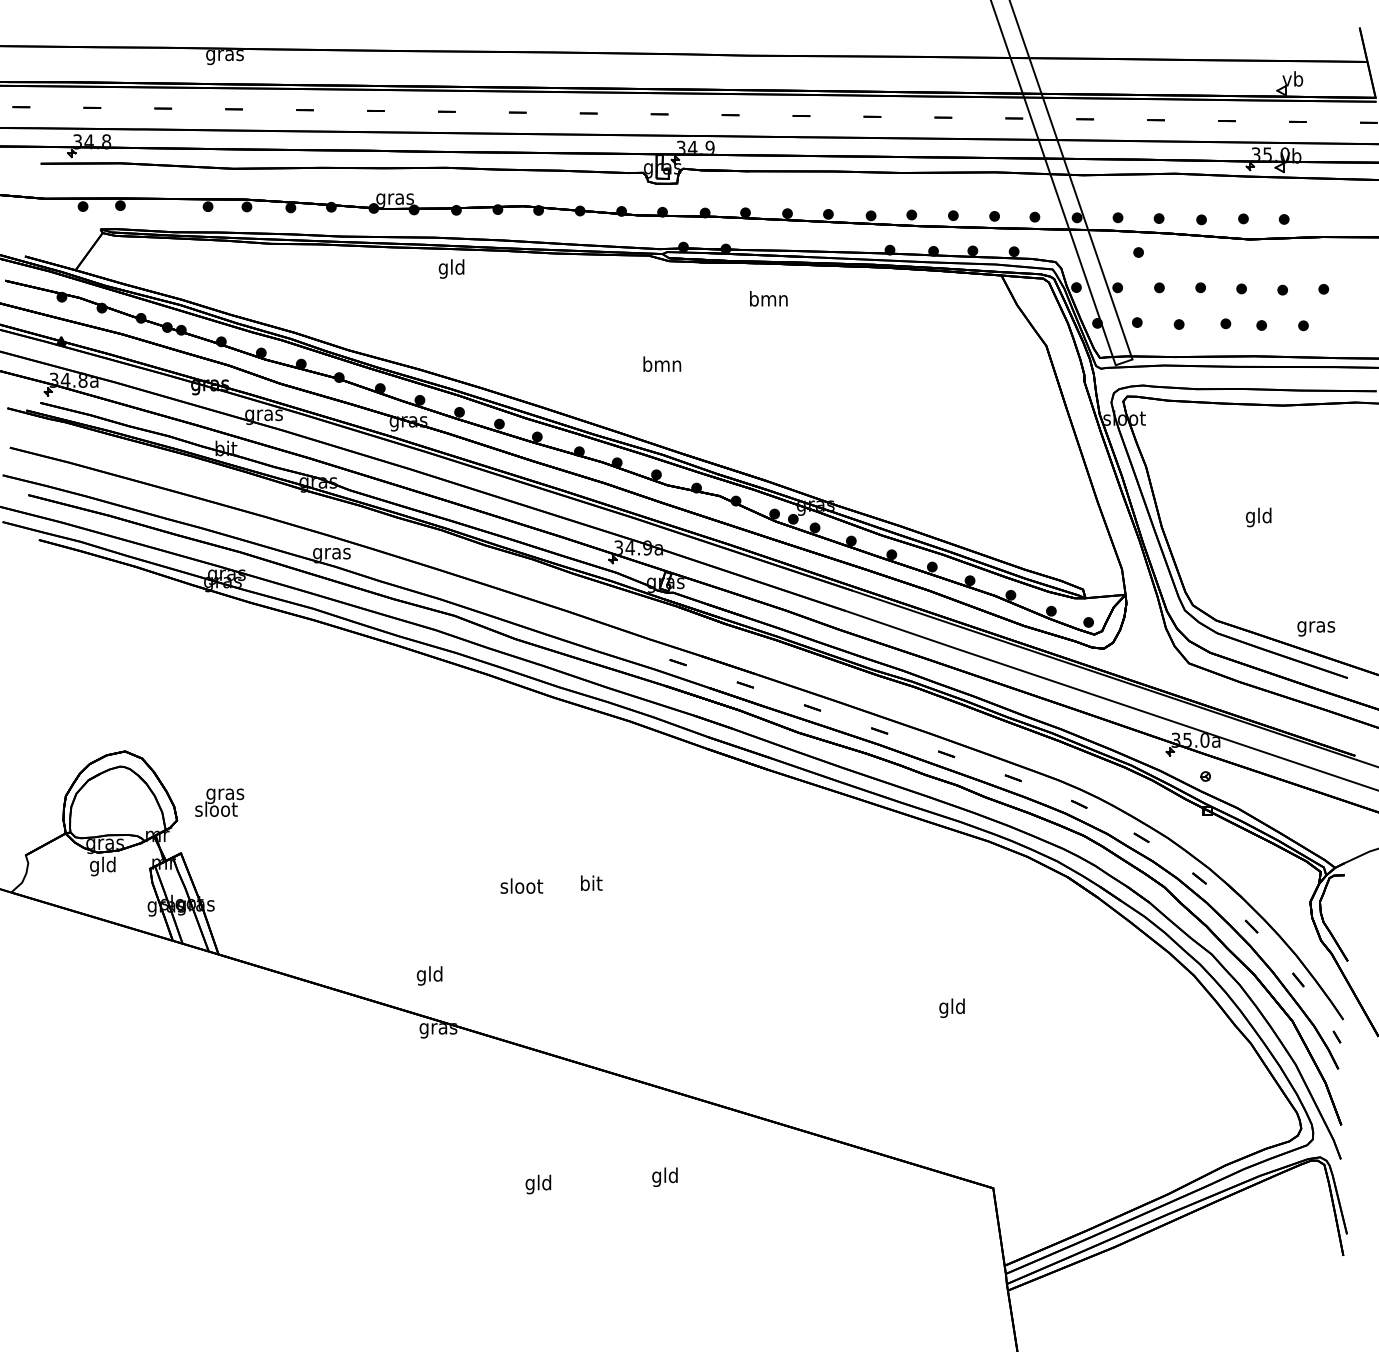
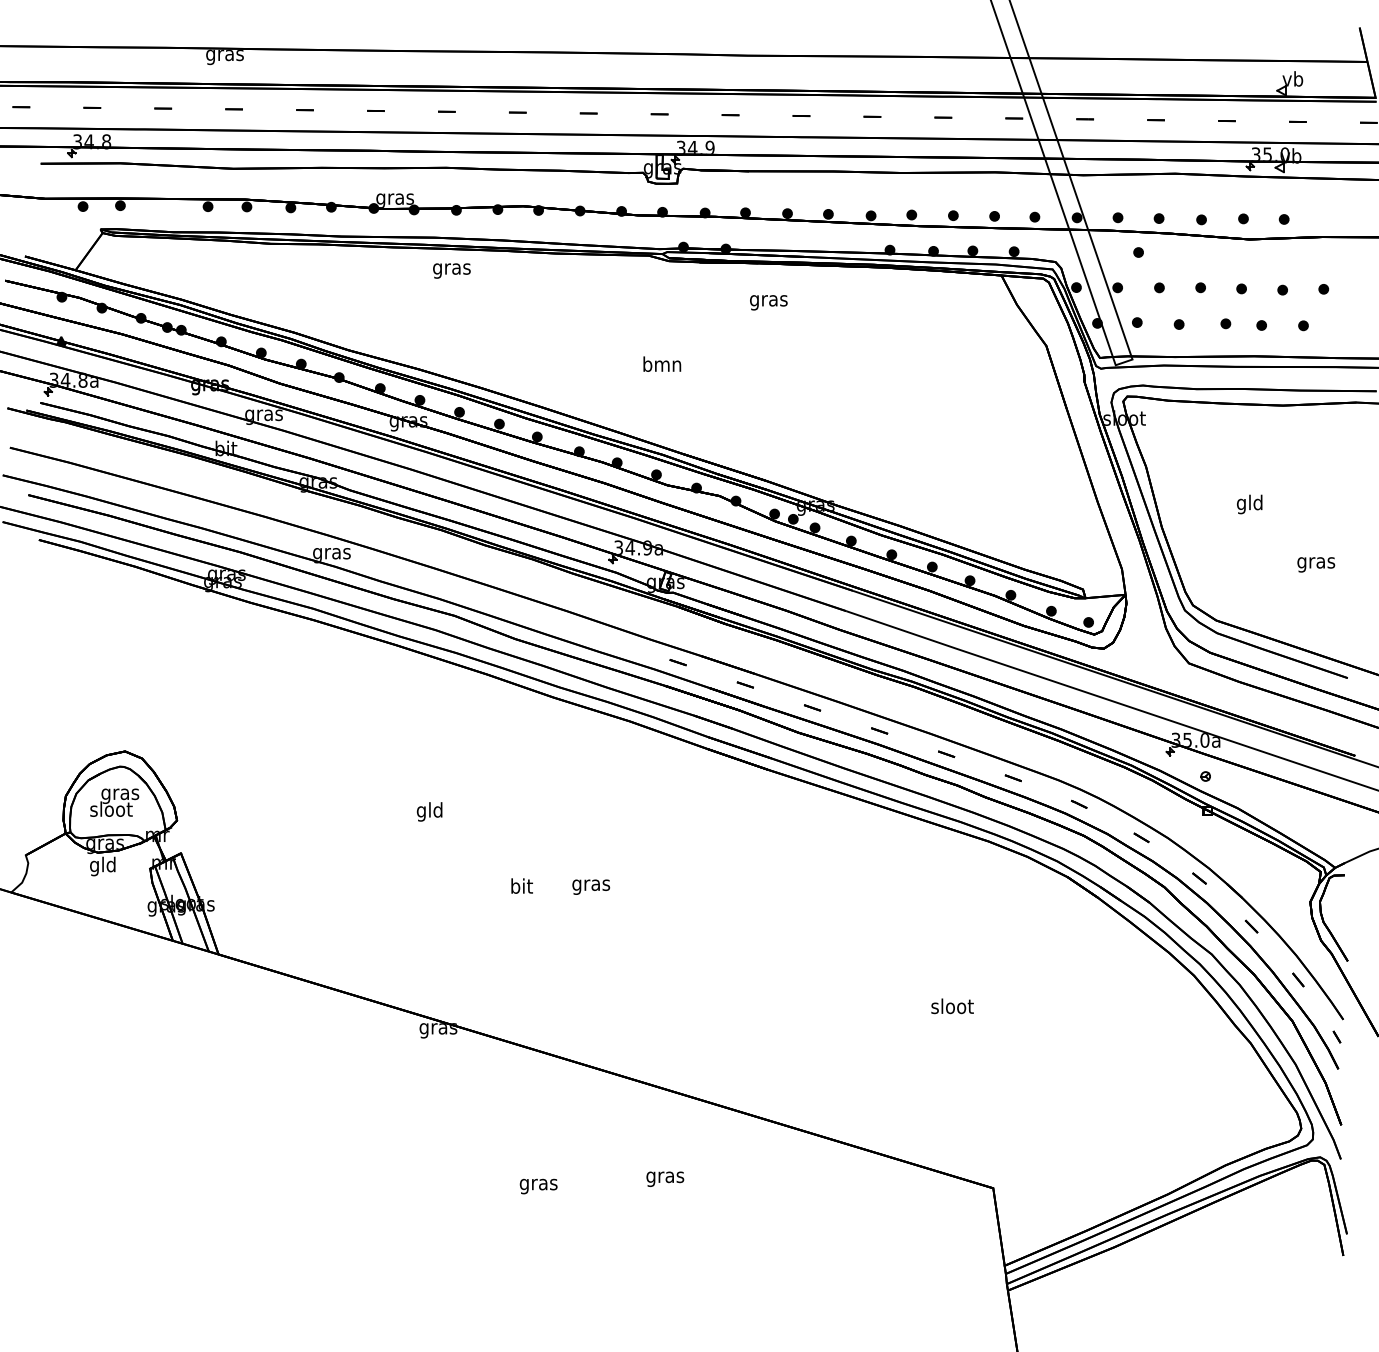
text at (451, 268): gld -> gras
text at (768, 300): bmn -> gras
text at (1258, 517) position: (1258, 517) -> (1249, 504)
text at (1316, 628) position: (1316, 628) -> (1316, 564)
text at (219, 802) position: (219, 802) -> (114, 802)
text at (591, 884): bit -> gras
text at (521, 885): sloot -> bit
text at (429, 975) position: (429, 975) -> (429, 811)
text at (952, 1008): gld -> sloot
text at (665, 1177): gld -> gras
text at (538, 1184): gld -> gras
